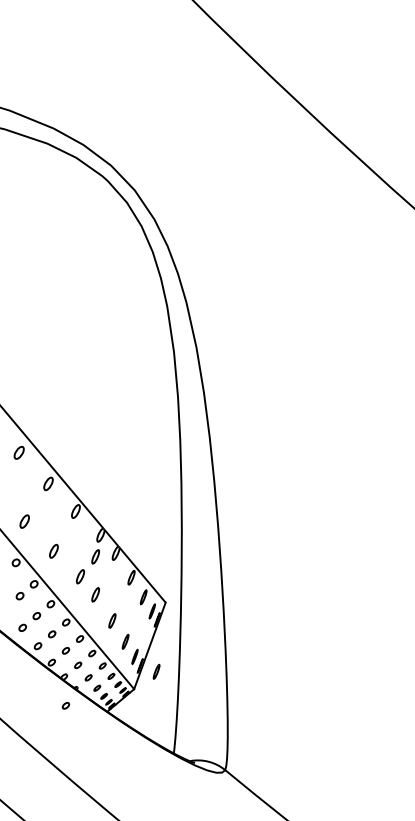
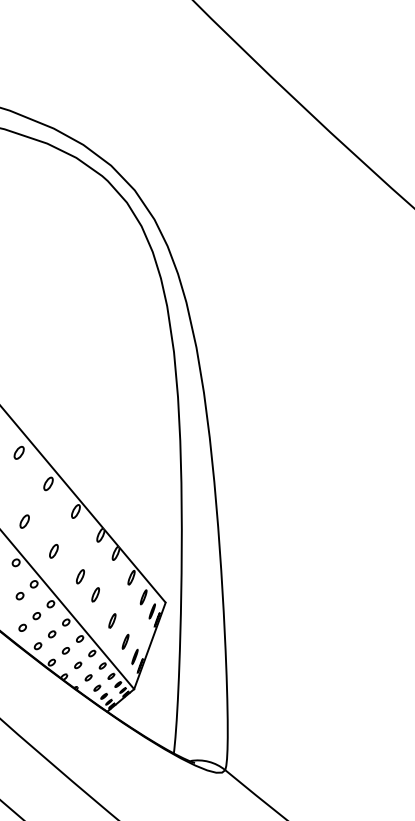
part at (95, 556): present -> none
part at (156, 671): present -> none
part at (65, 705): present -> none
